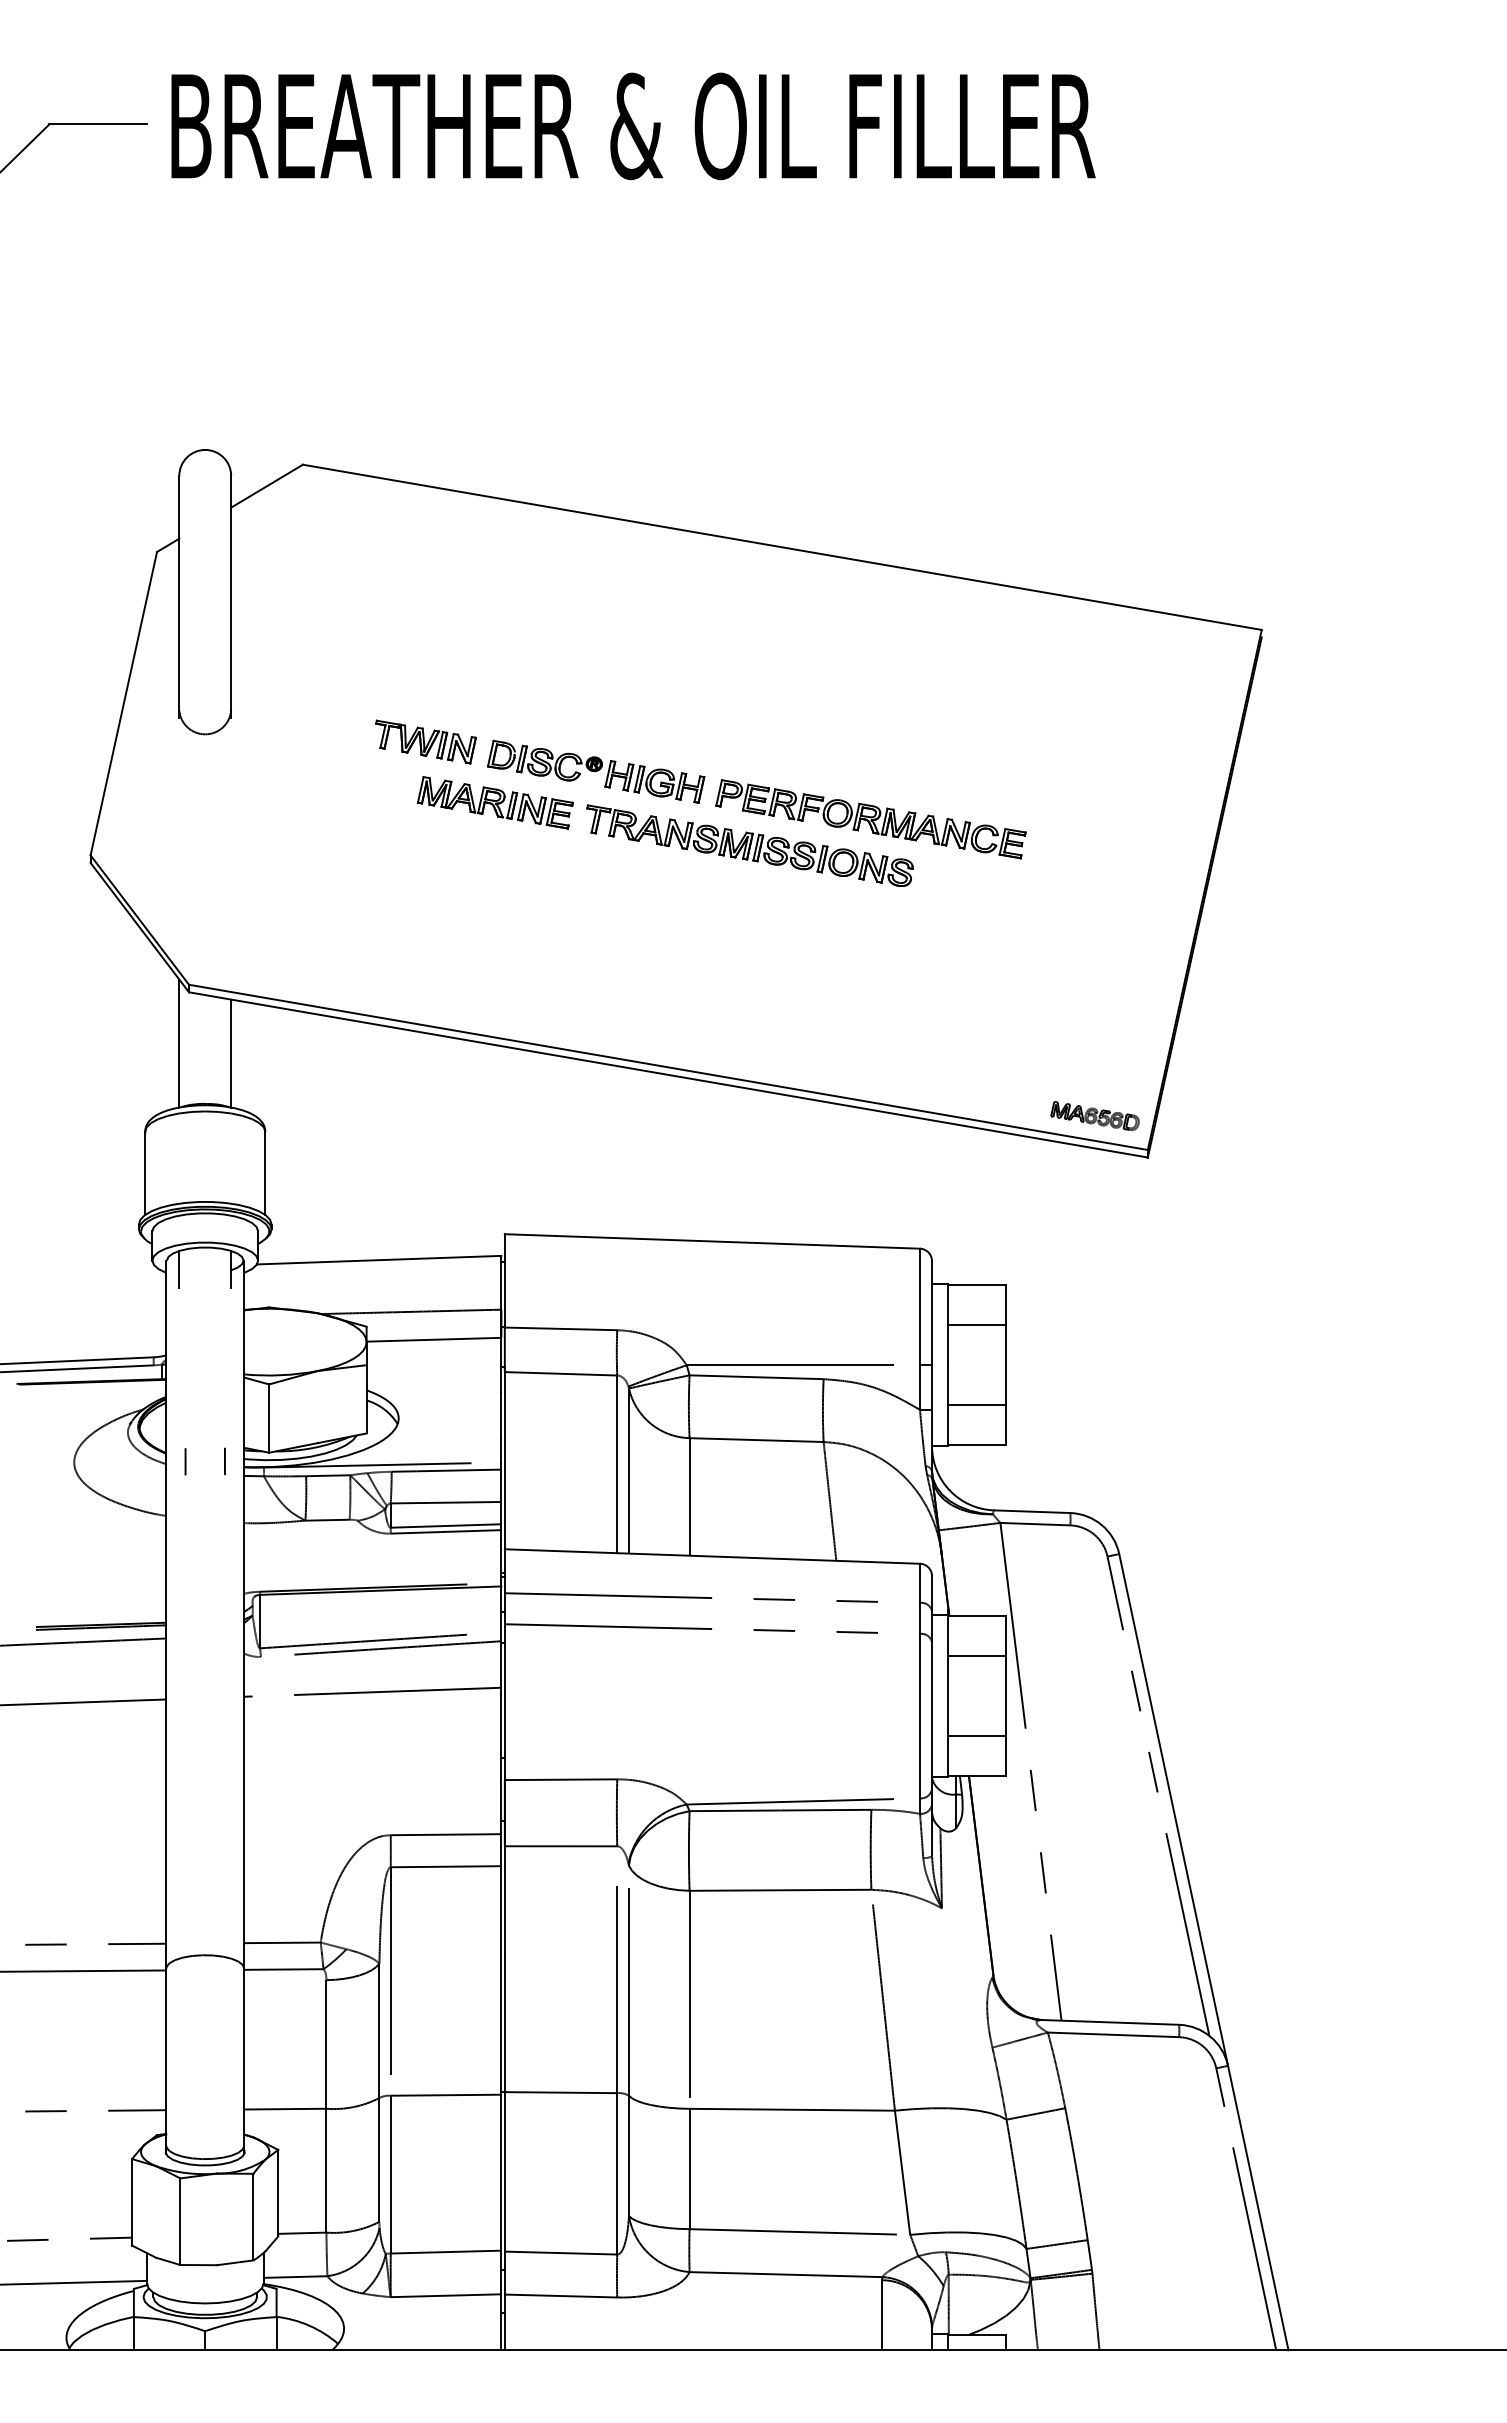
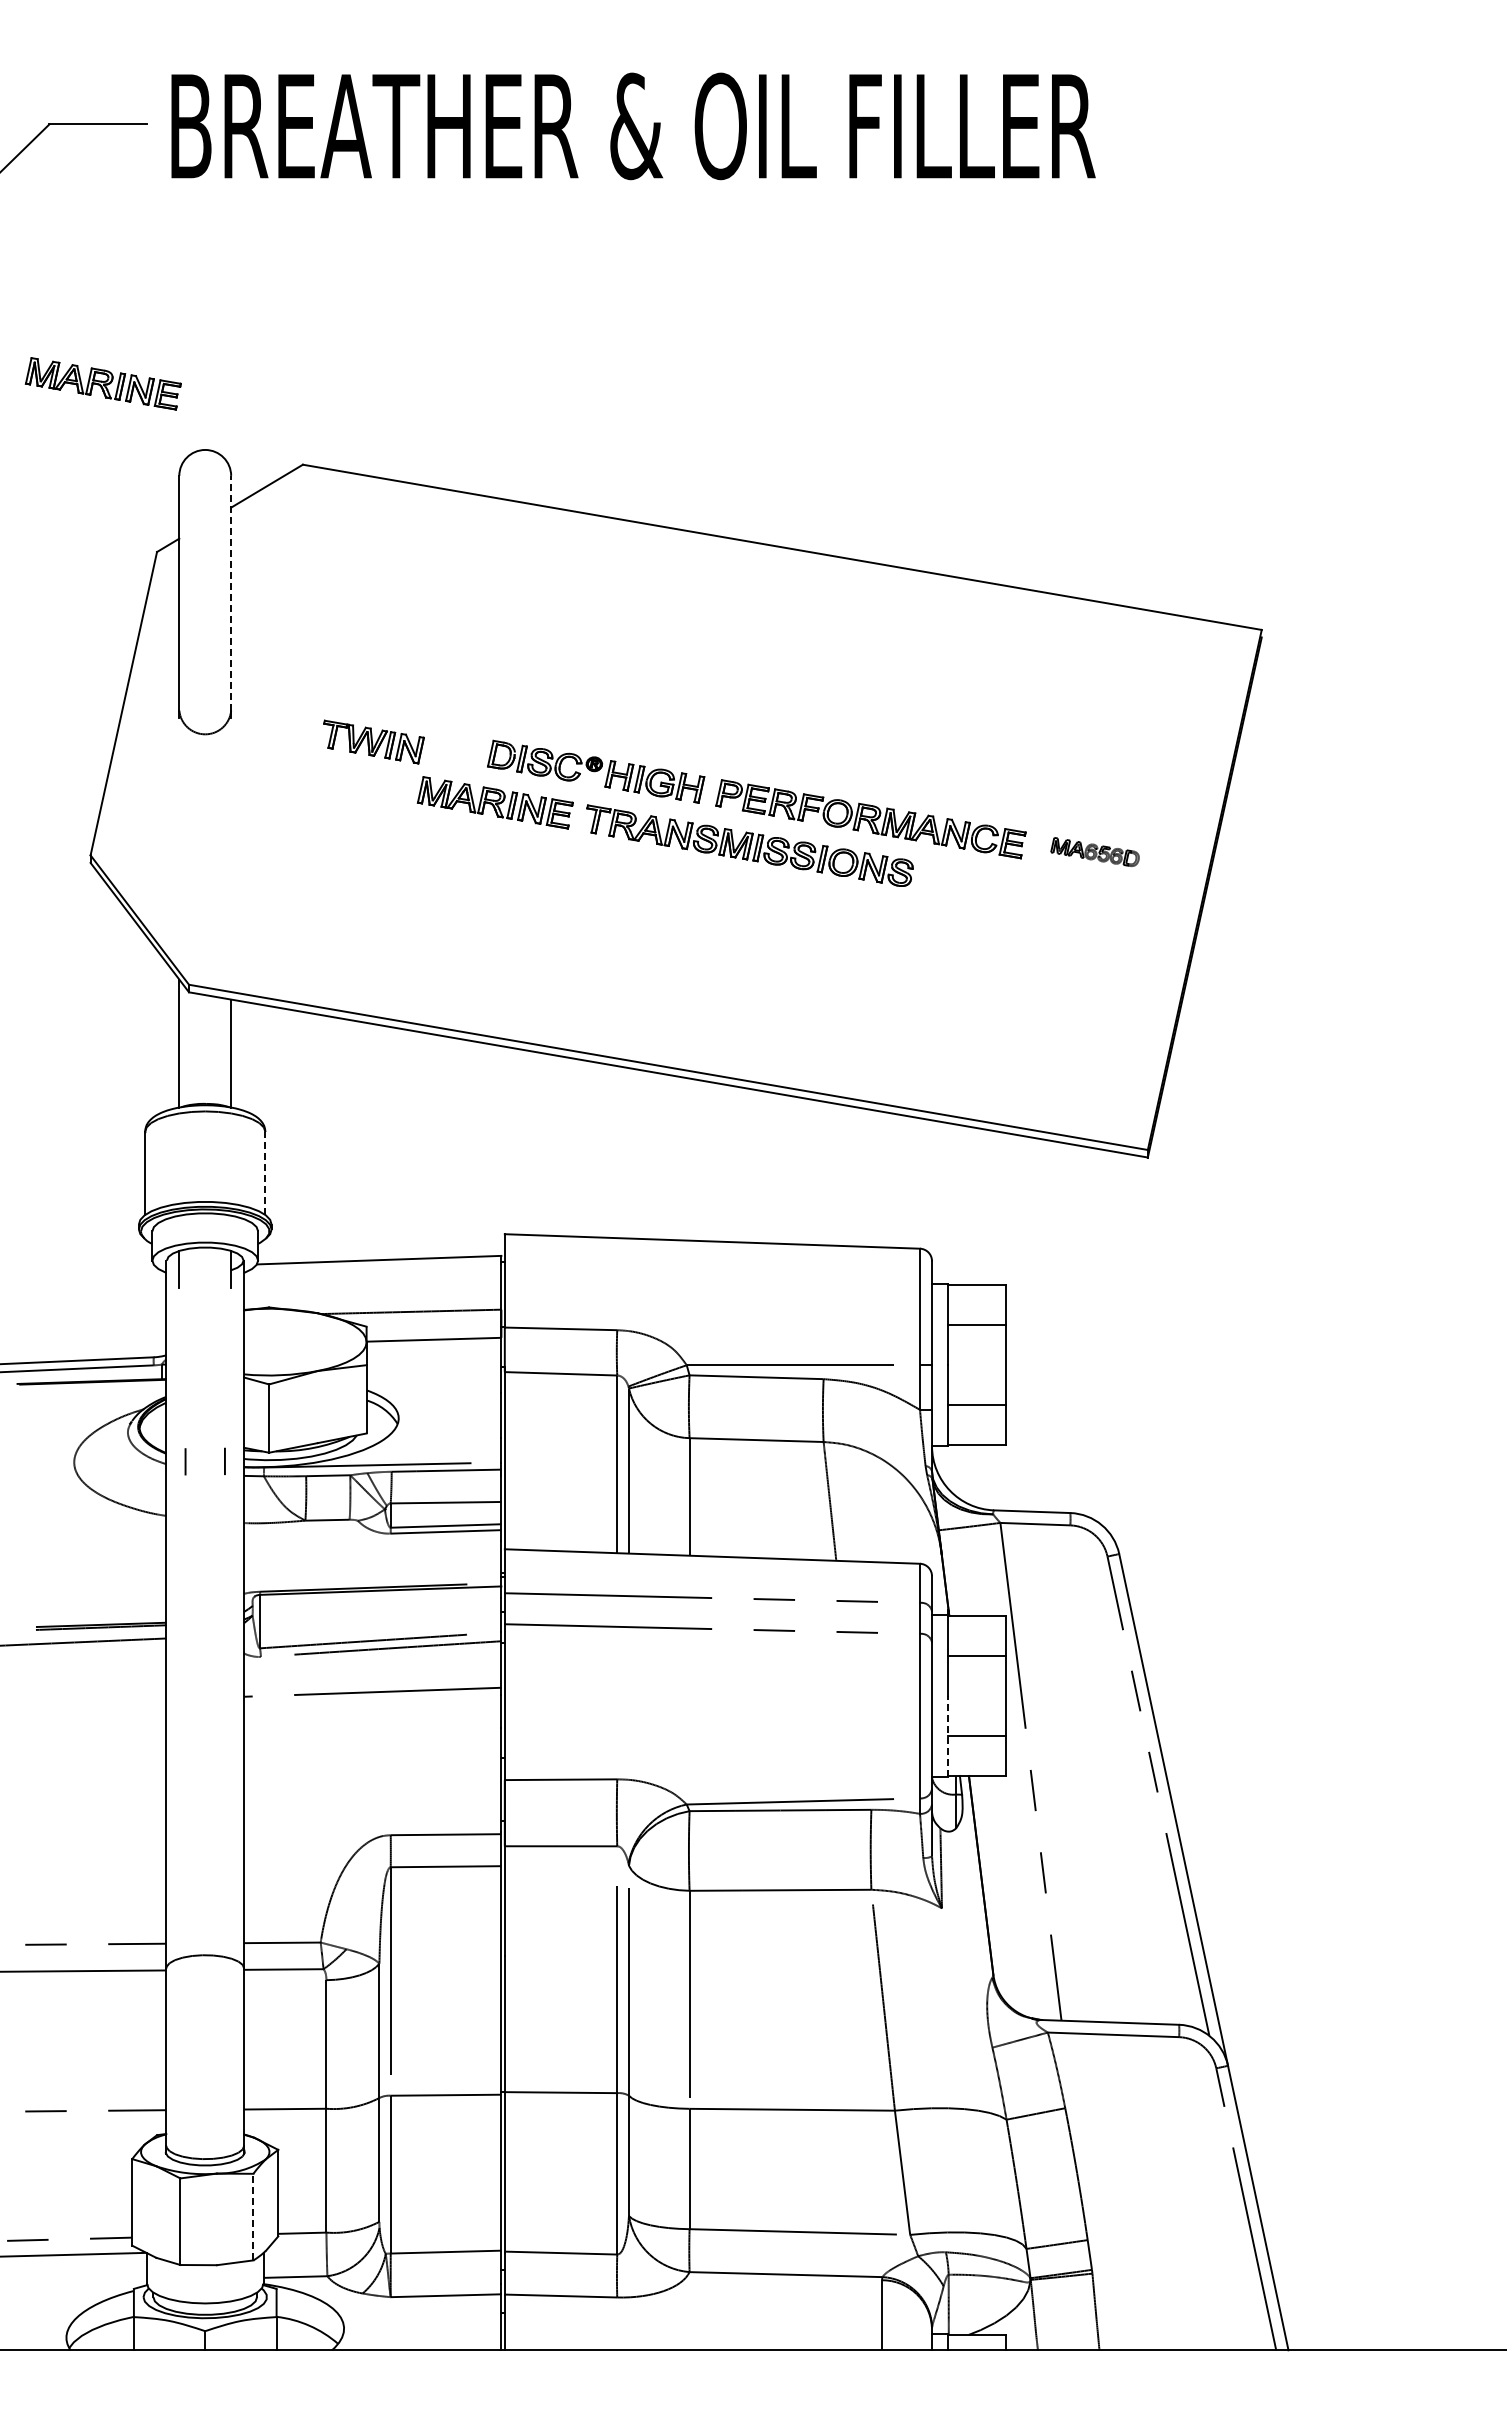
part at (102, 383): none -> present
line at (231, 592): solid -> dashed
part at (425, 741) position: (425, 741) -> (373, 741)
part at (1094, 1115) position: (1094, 1115) -> (1094, 851)
line at (265, 1172): solid -> dashed
line at (84, 1702): present -> none
line at (948, 1736): solid -> dashed
line at (253, 2216): solid -> dashed
line at (74, 2282) position: (74, 2282) -> (73, 2254)
